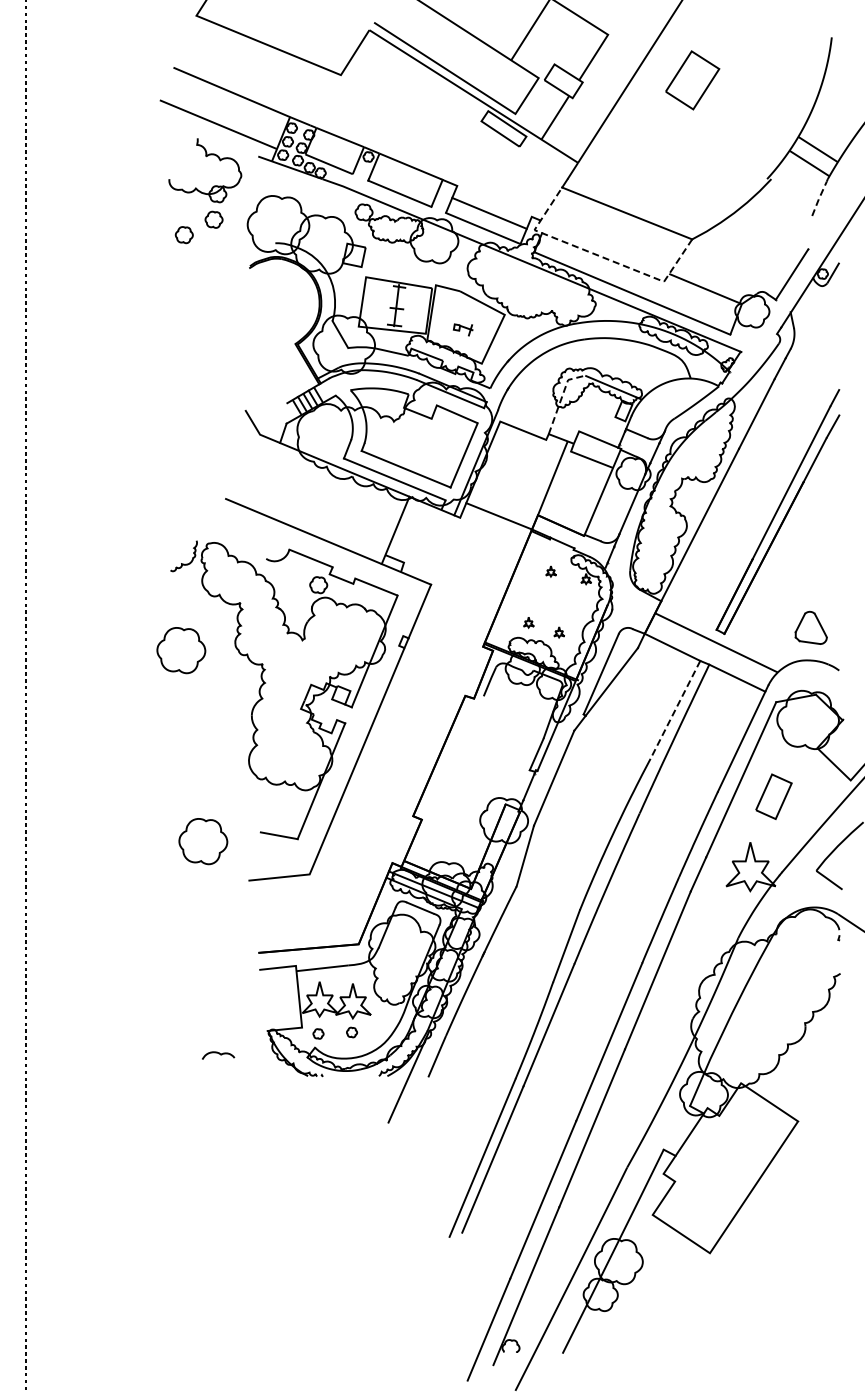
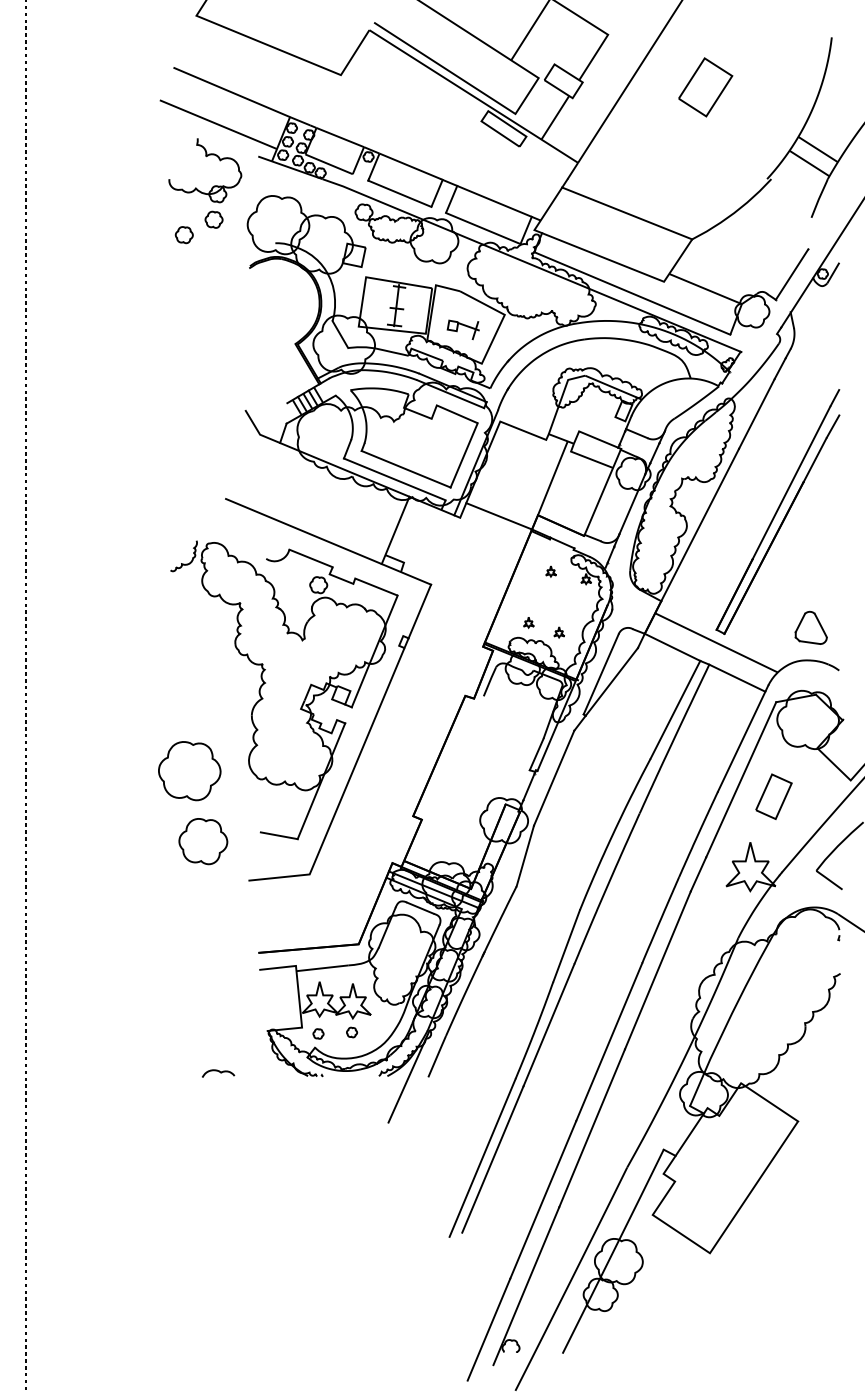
part at (692, 80) position: (692, 80) -> (705, 87)
line at (819, 198): dashed -> solid
line at (489, 212) position: (489, 212) -> (494, 200)
line at (599, 255): dashed -> solid
part at (462, 329) size: 22x14 px -> 34x22 px
line at (561, 397): dashed -> solid
part at (181, 650): present -> none
line at (675, 709): dashed -> solid
part at (189, 771): none -> present
curve at (219, 1054) position: (219, 1054) -> (219, 1072)
